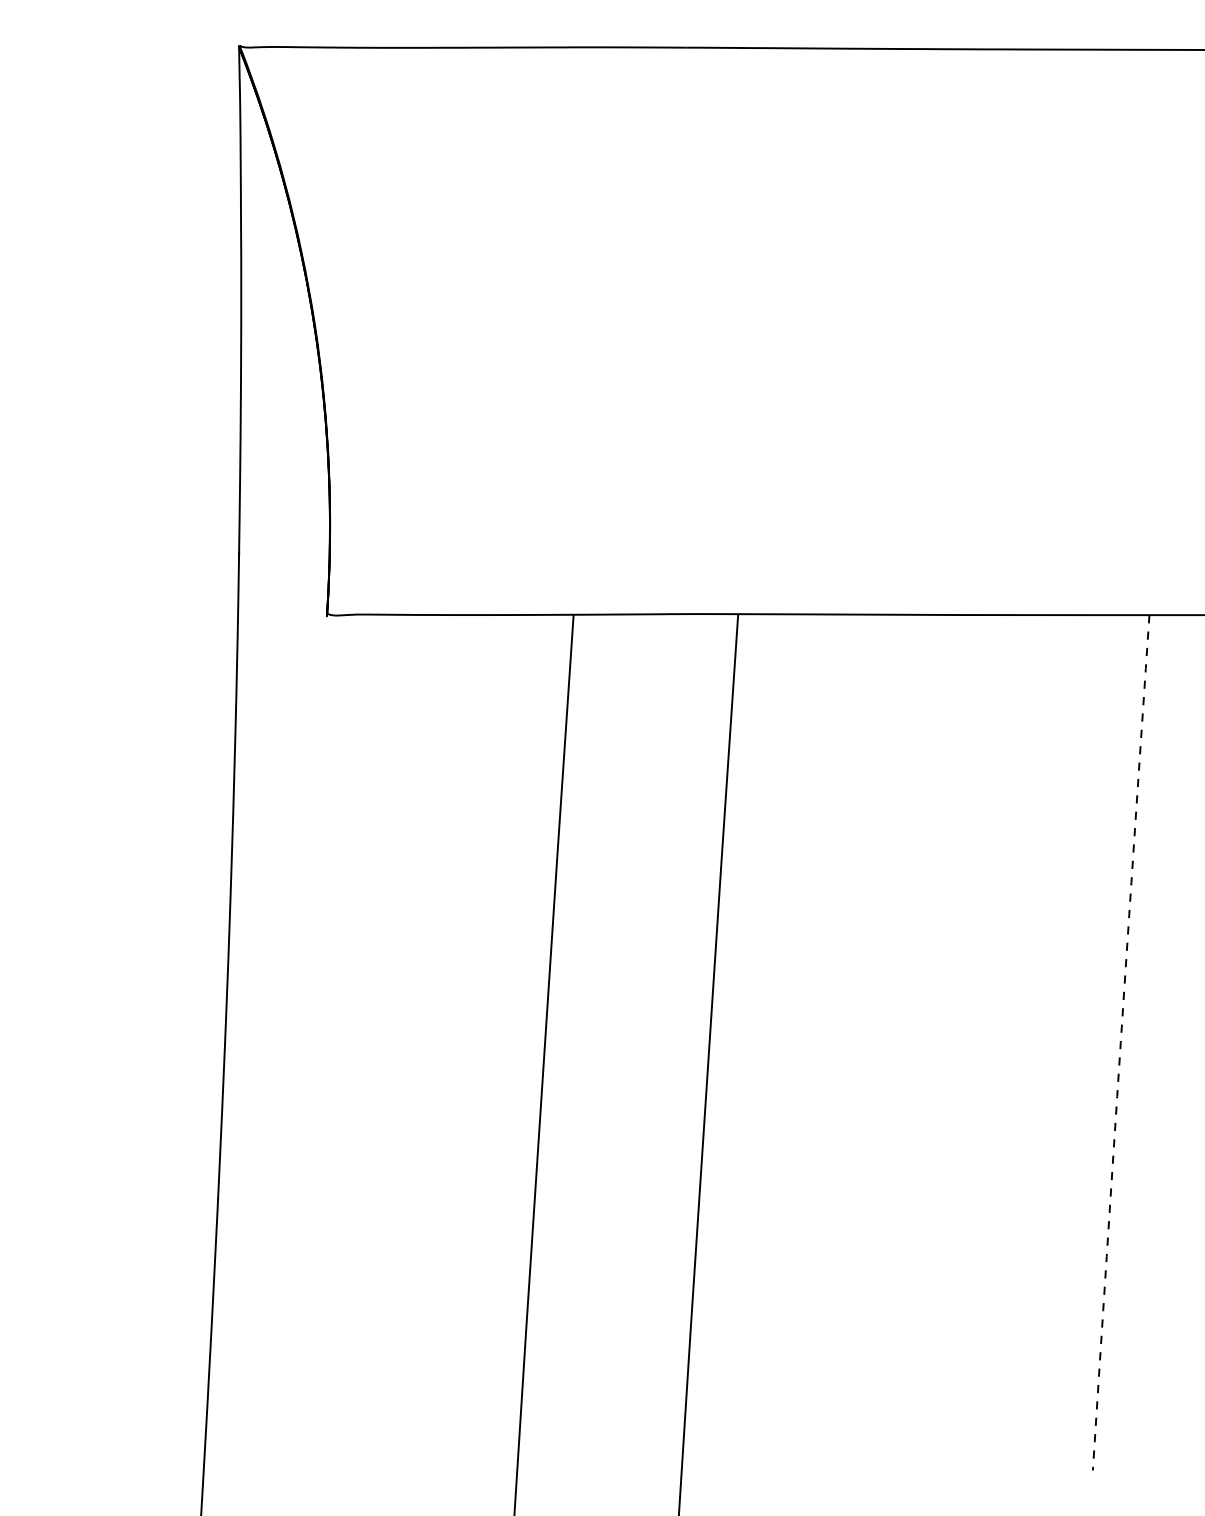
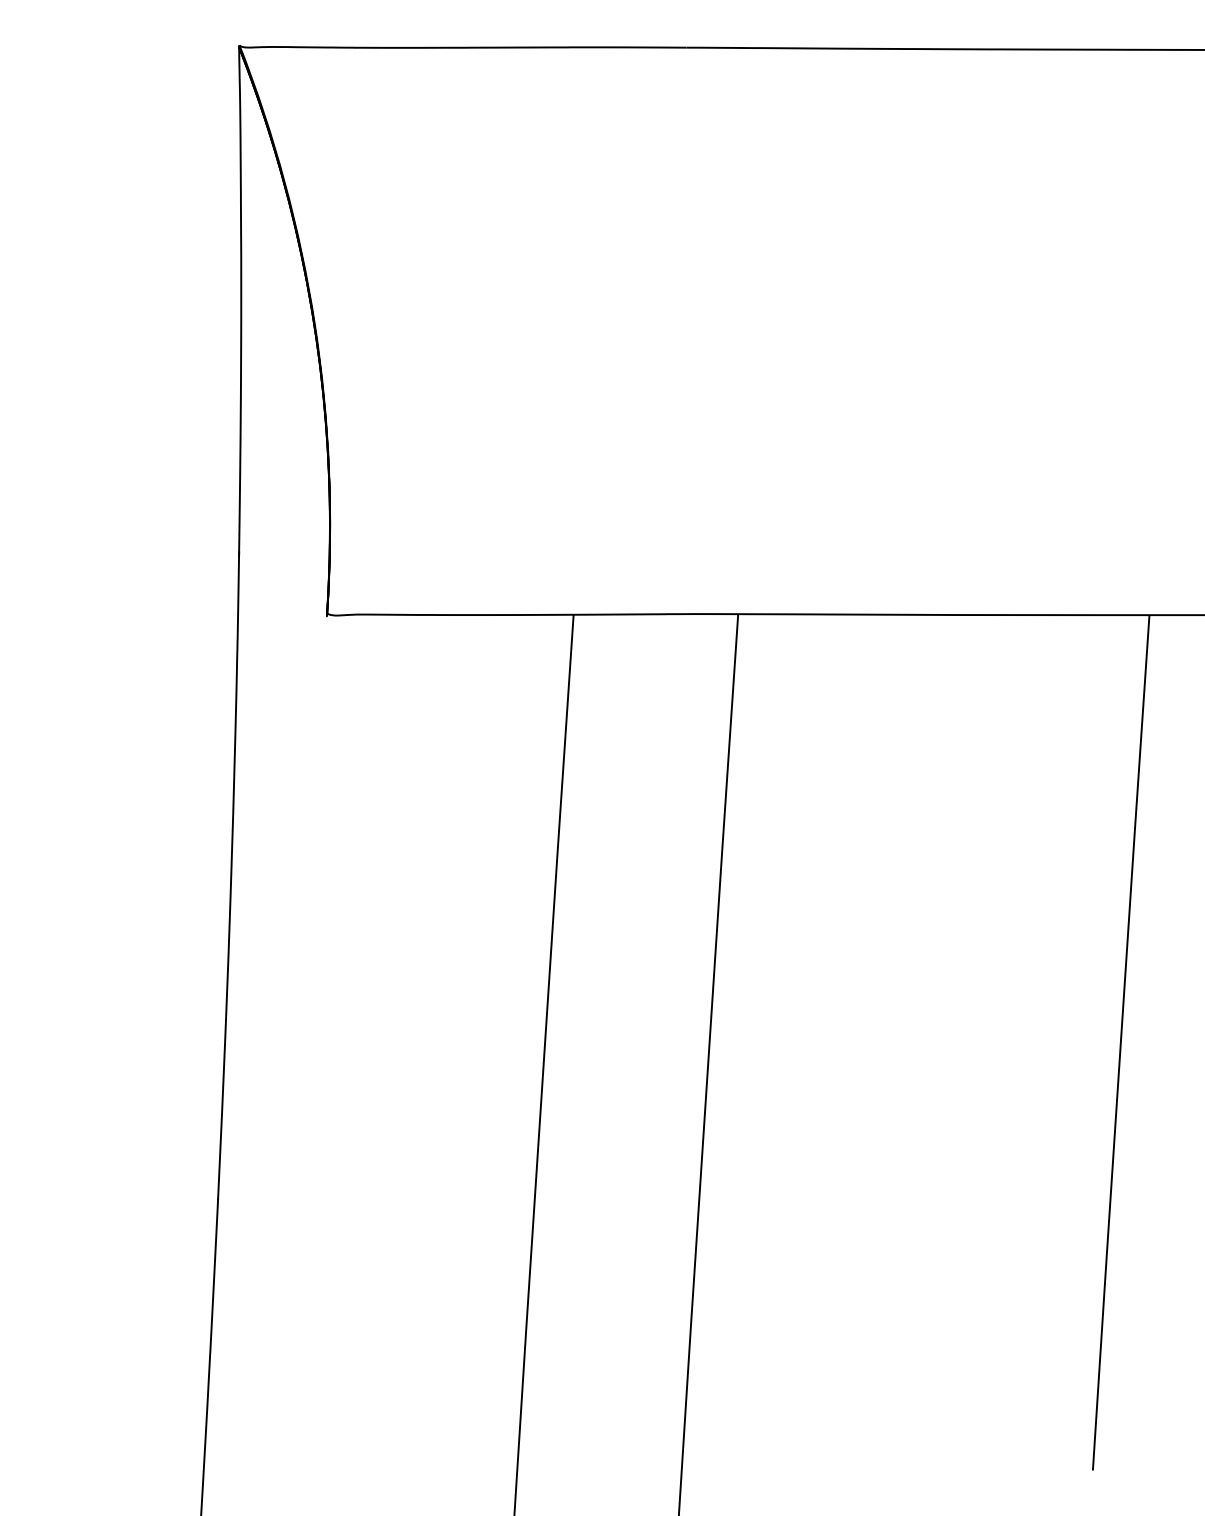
arc at (1120, 1042): dashed -> solid
